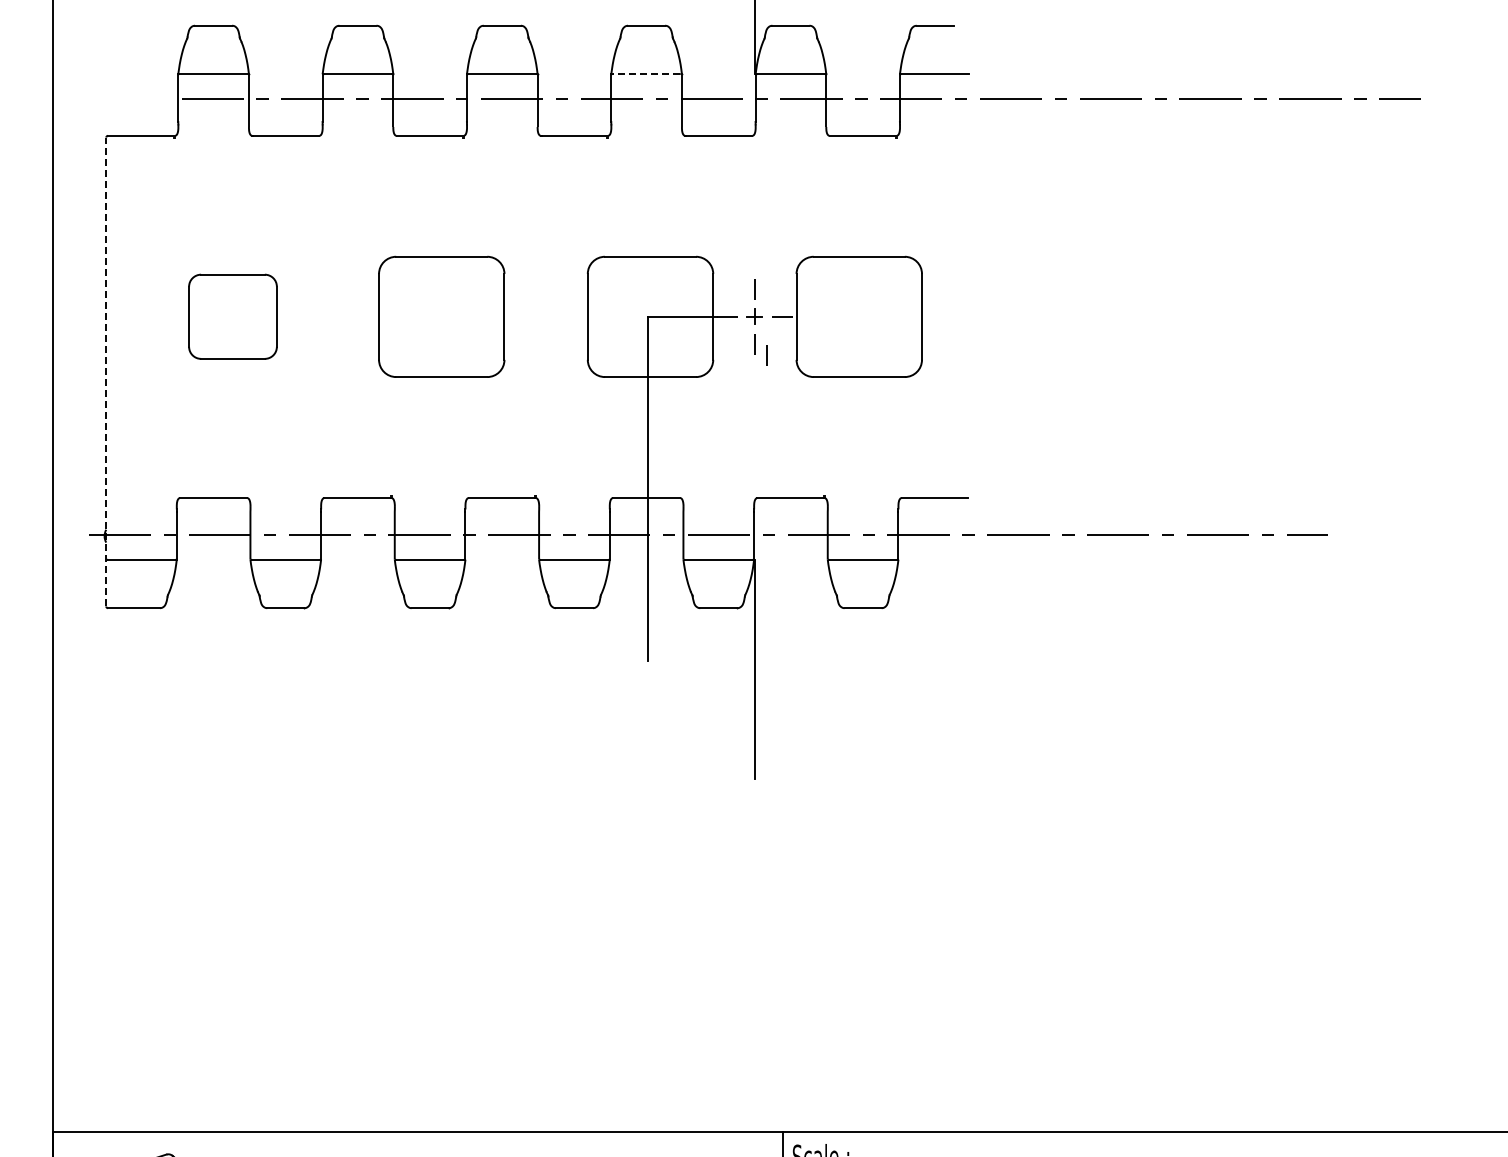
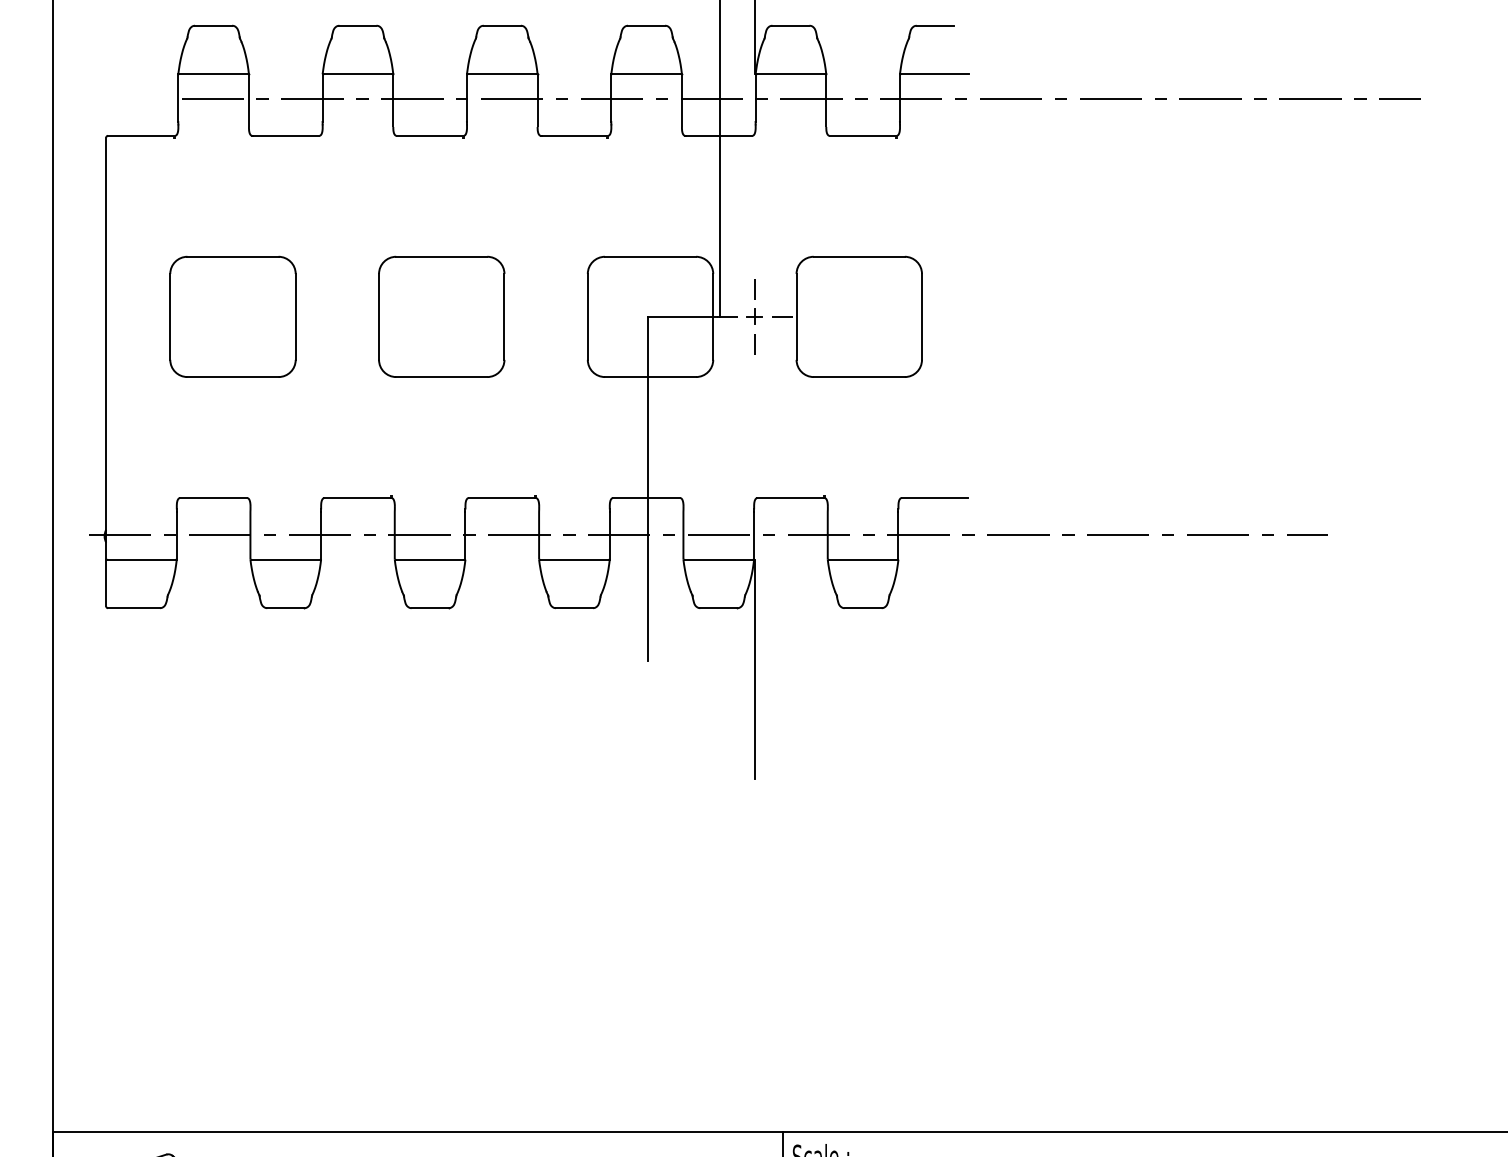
line at (646, 74): dashed -> solid
line at (719, 159): none -> present
part at (232, 316) size: 90x87 px -> 128x123 px
line at (766, 355): present -> none
line at (106, 371): dashed -> solid
